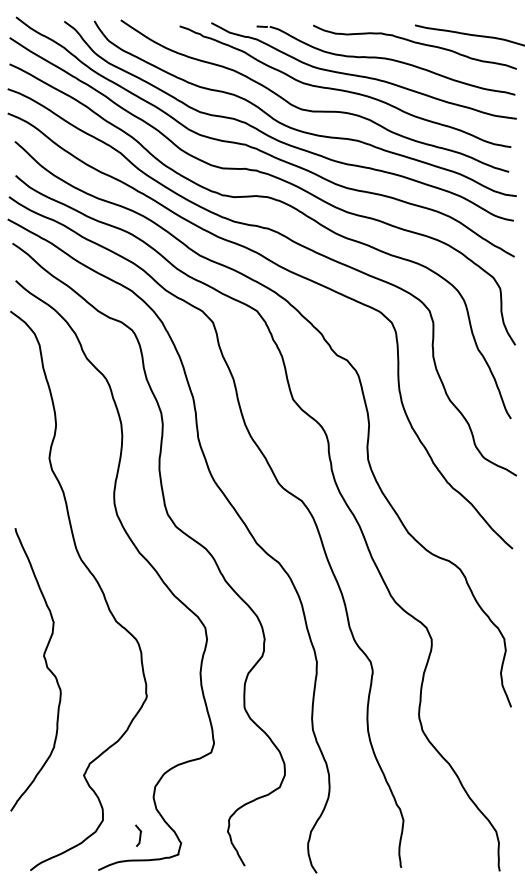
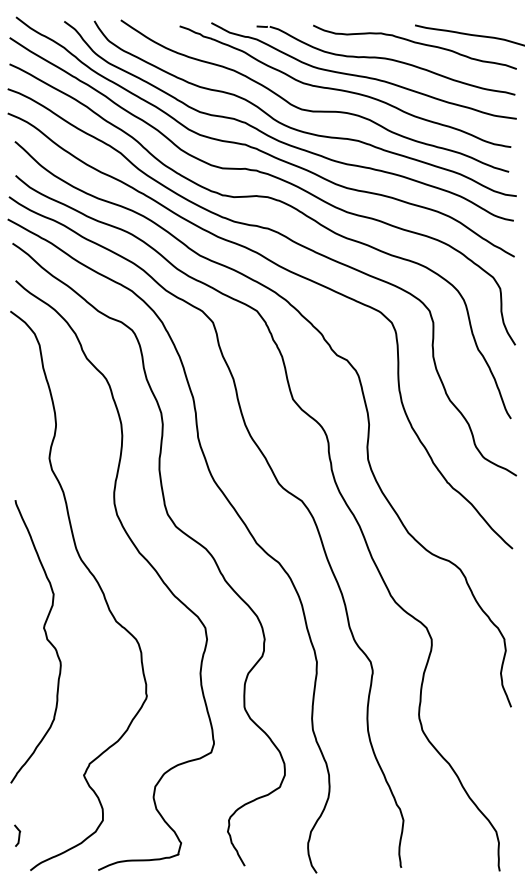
curve at (45, 664) position: (45, 664) -> (45, 636)
curve at (139, 835) position: (139, 835) -> (18, 835)
